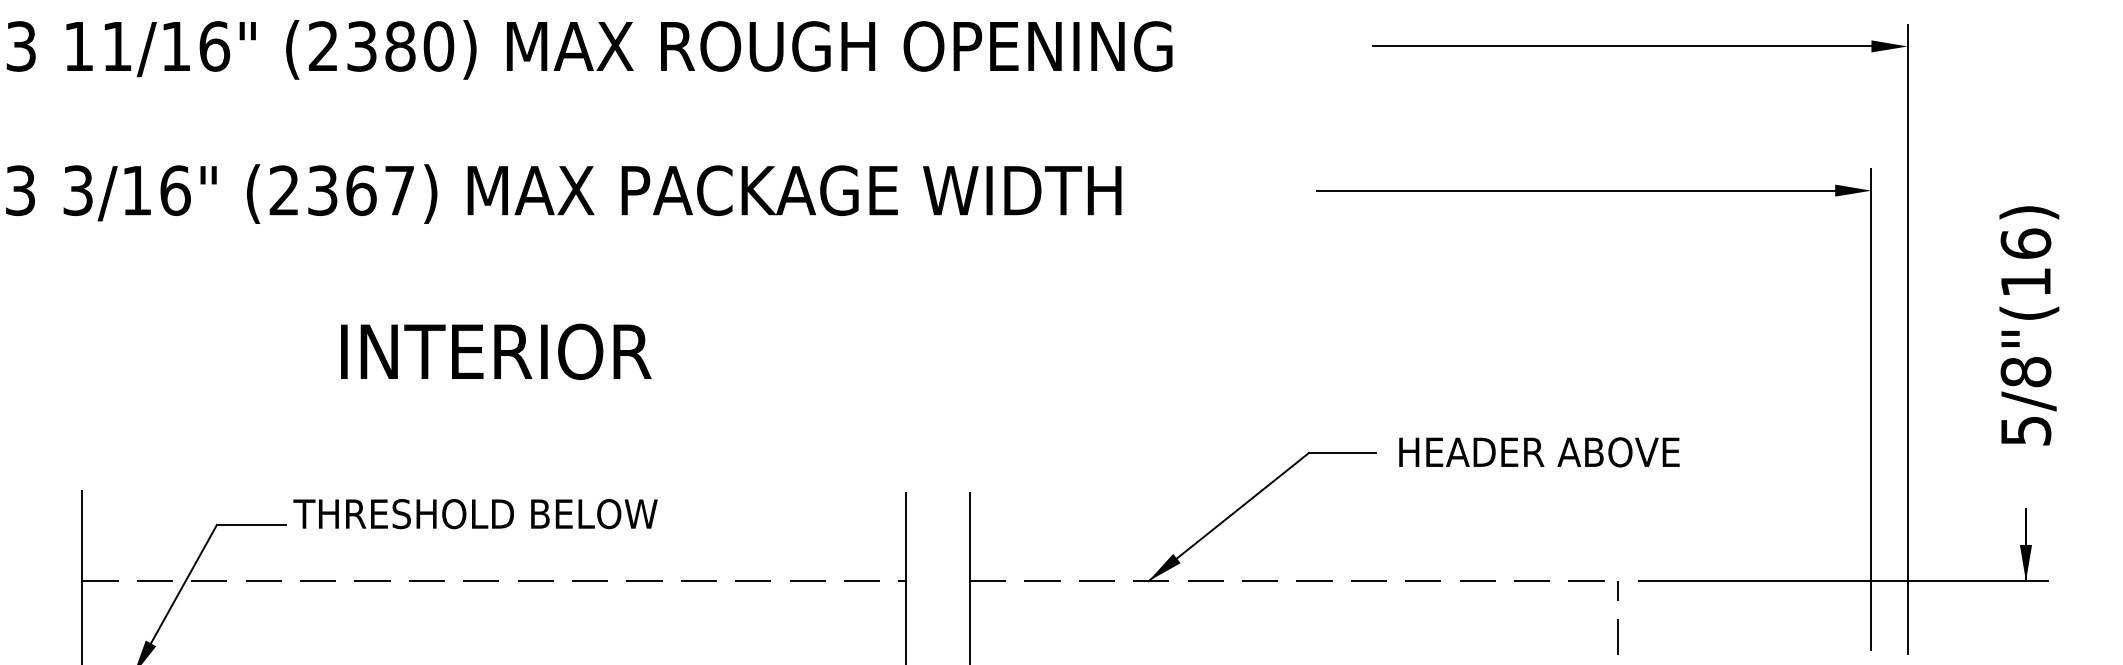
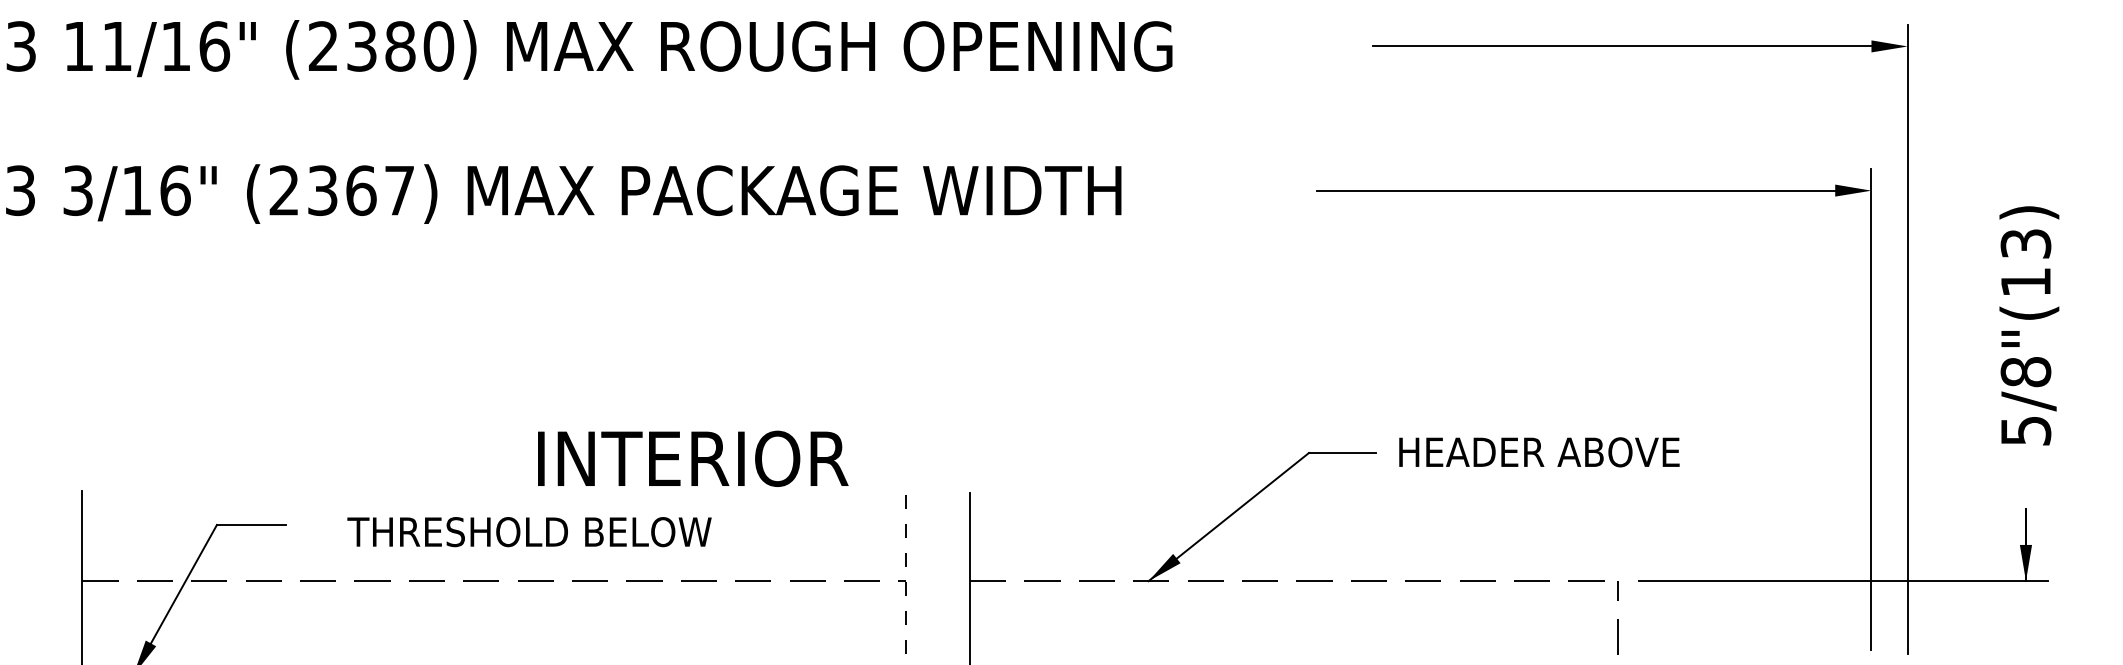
text at (2025, 243): 5/8"(16) -> 5/8"(13)
text at (496, 351) position: (496, 351) -> (693, 458)
text at (475, 514) position: (475, 514) -> (529, 532)
line at (905, 578): solid -> dashed
